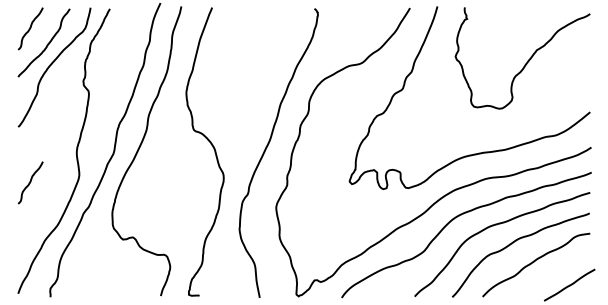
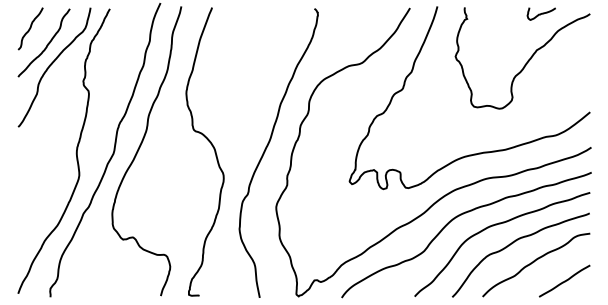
curve at (540, 13): none -> present
curve at (30, 182): present -> none
line at (569, 284) position: (569, 284) -> (564, 280)
